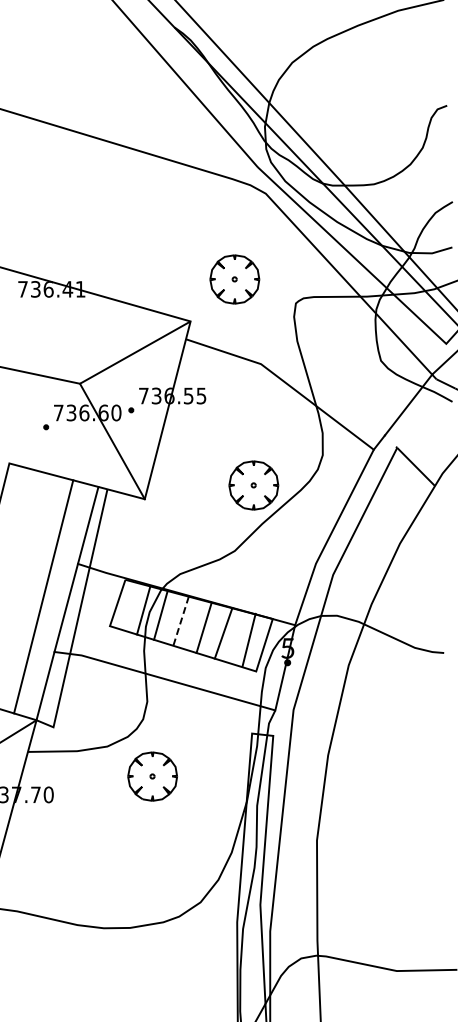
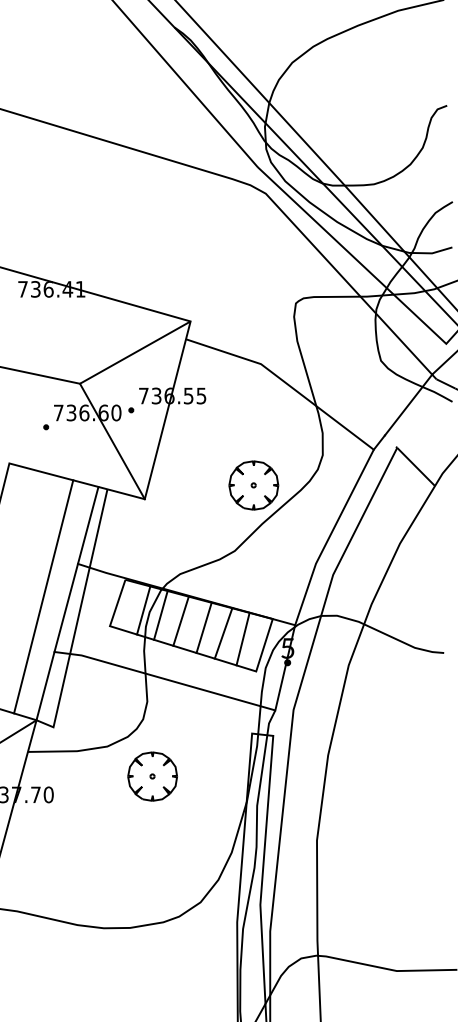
part at (234, 279): present -> none
line at (181, 621): dashed -> solid
line at (248, 639) position: (248, 639) -> (242, 638)
